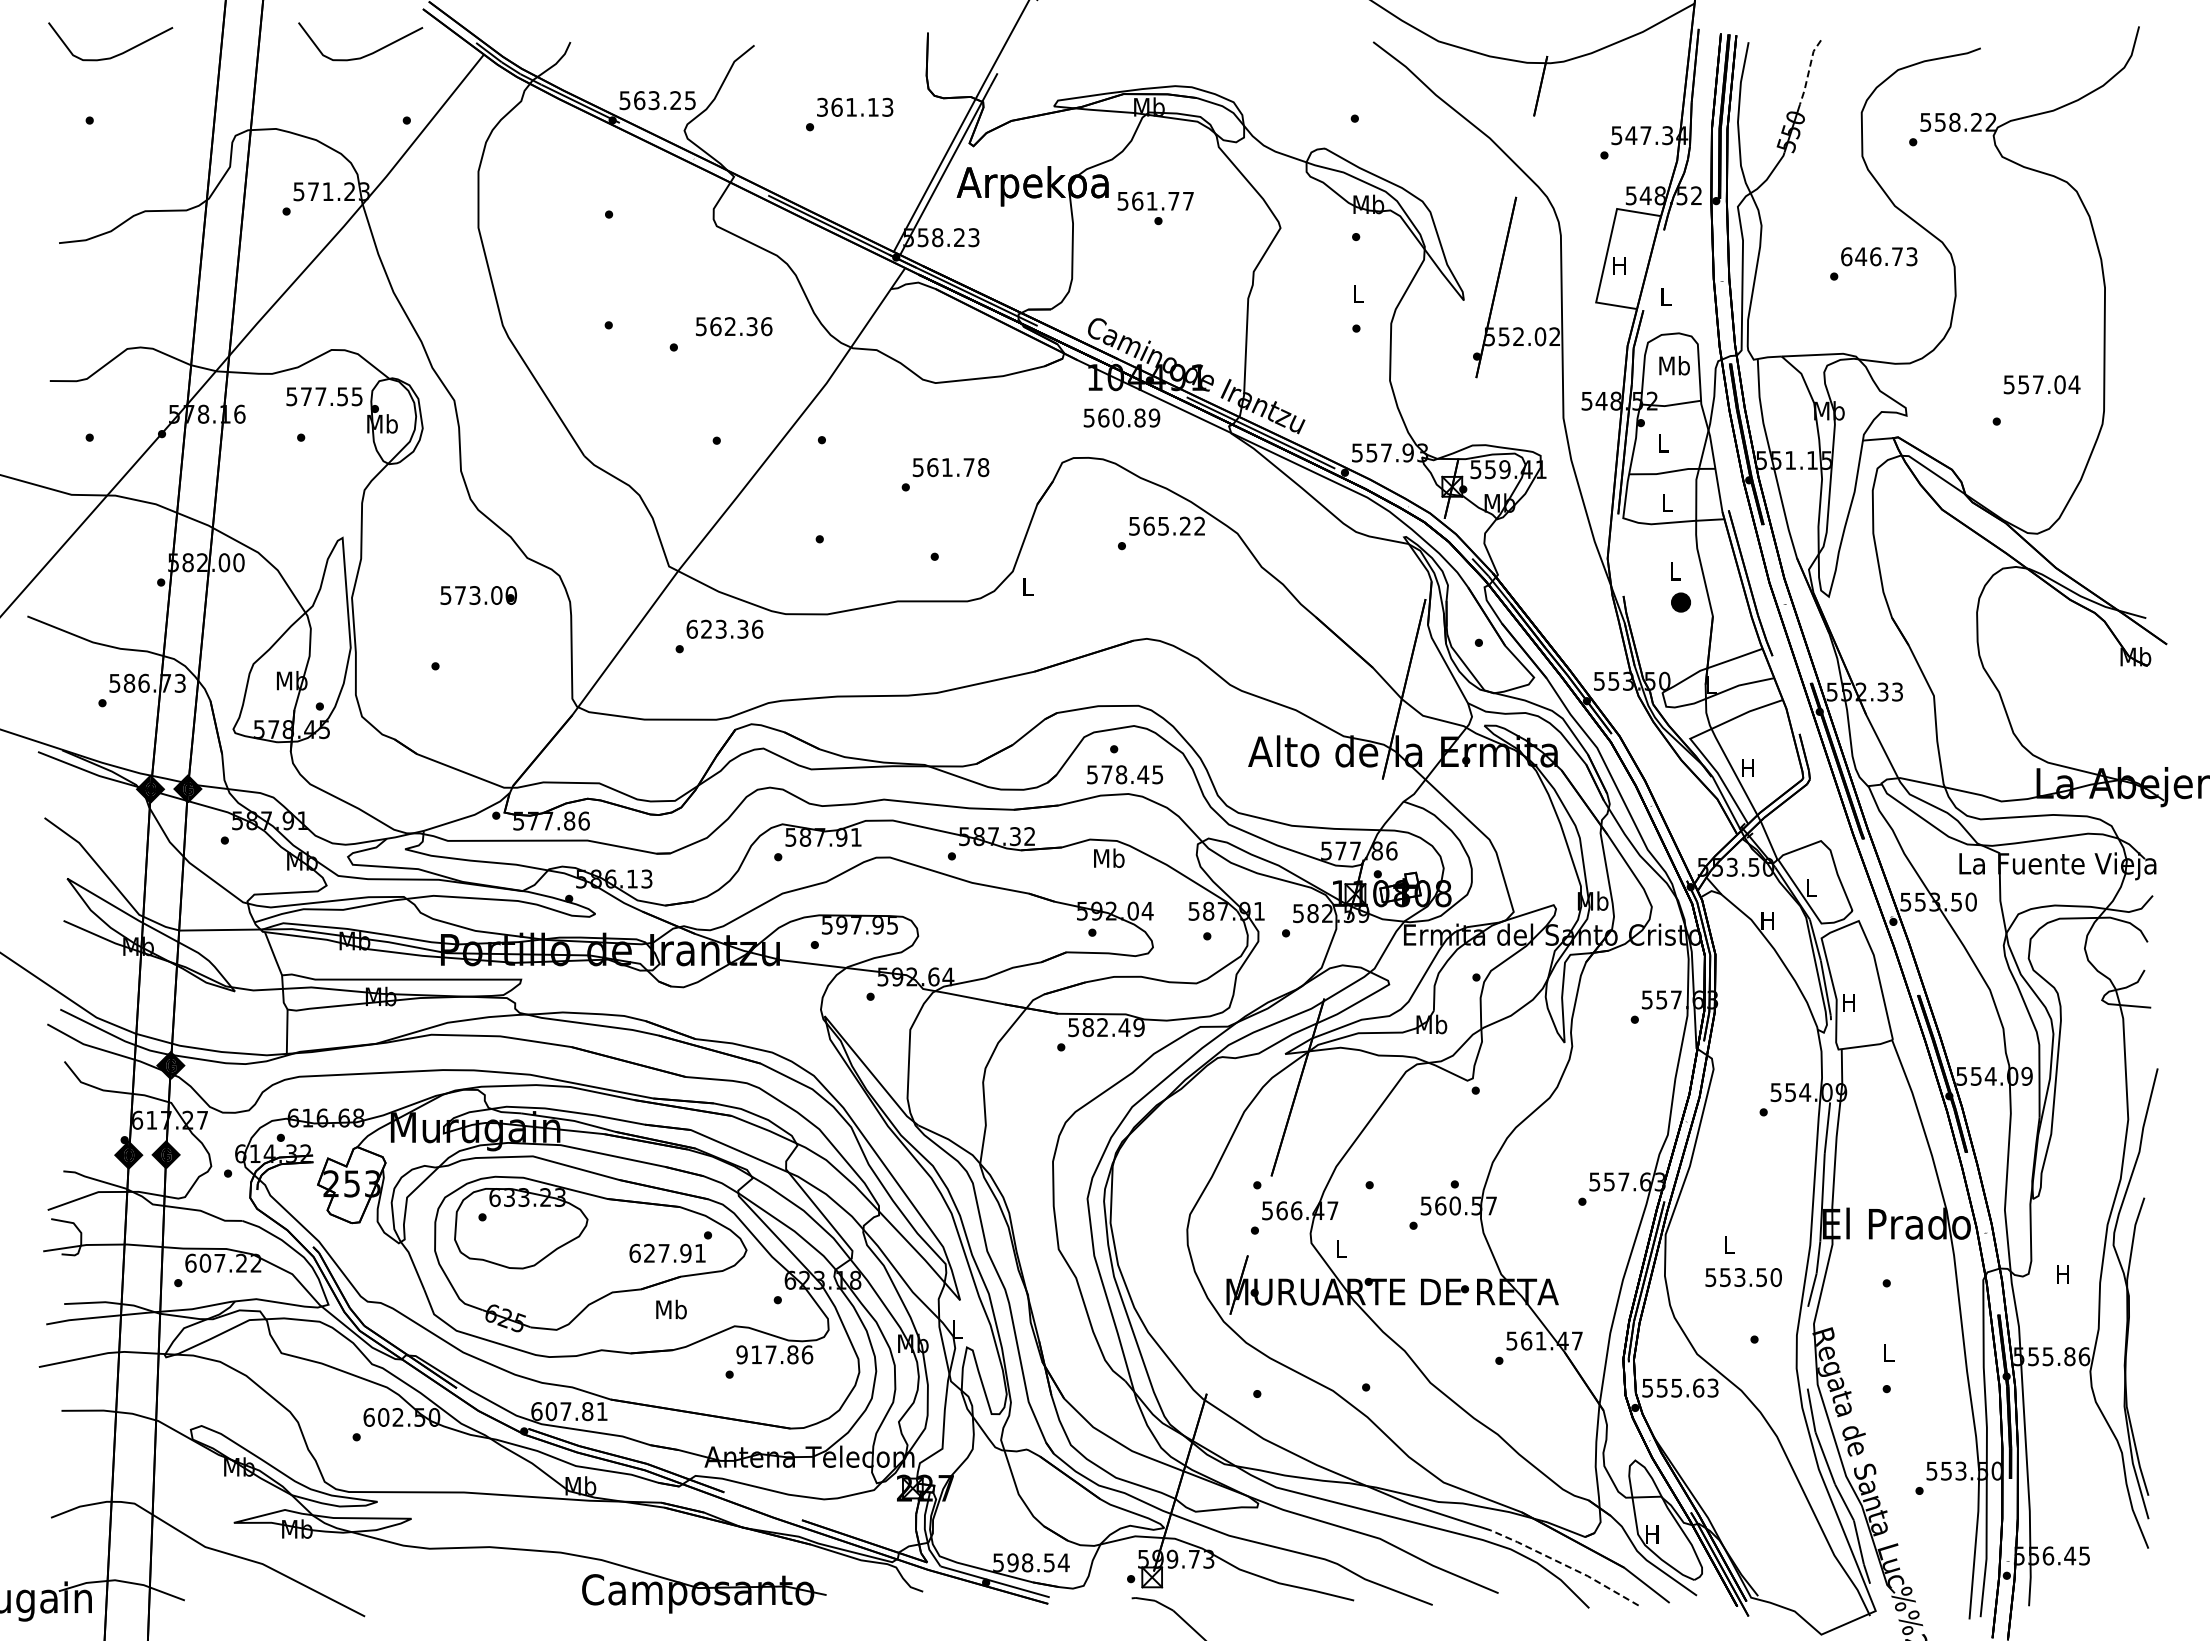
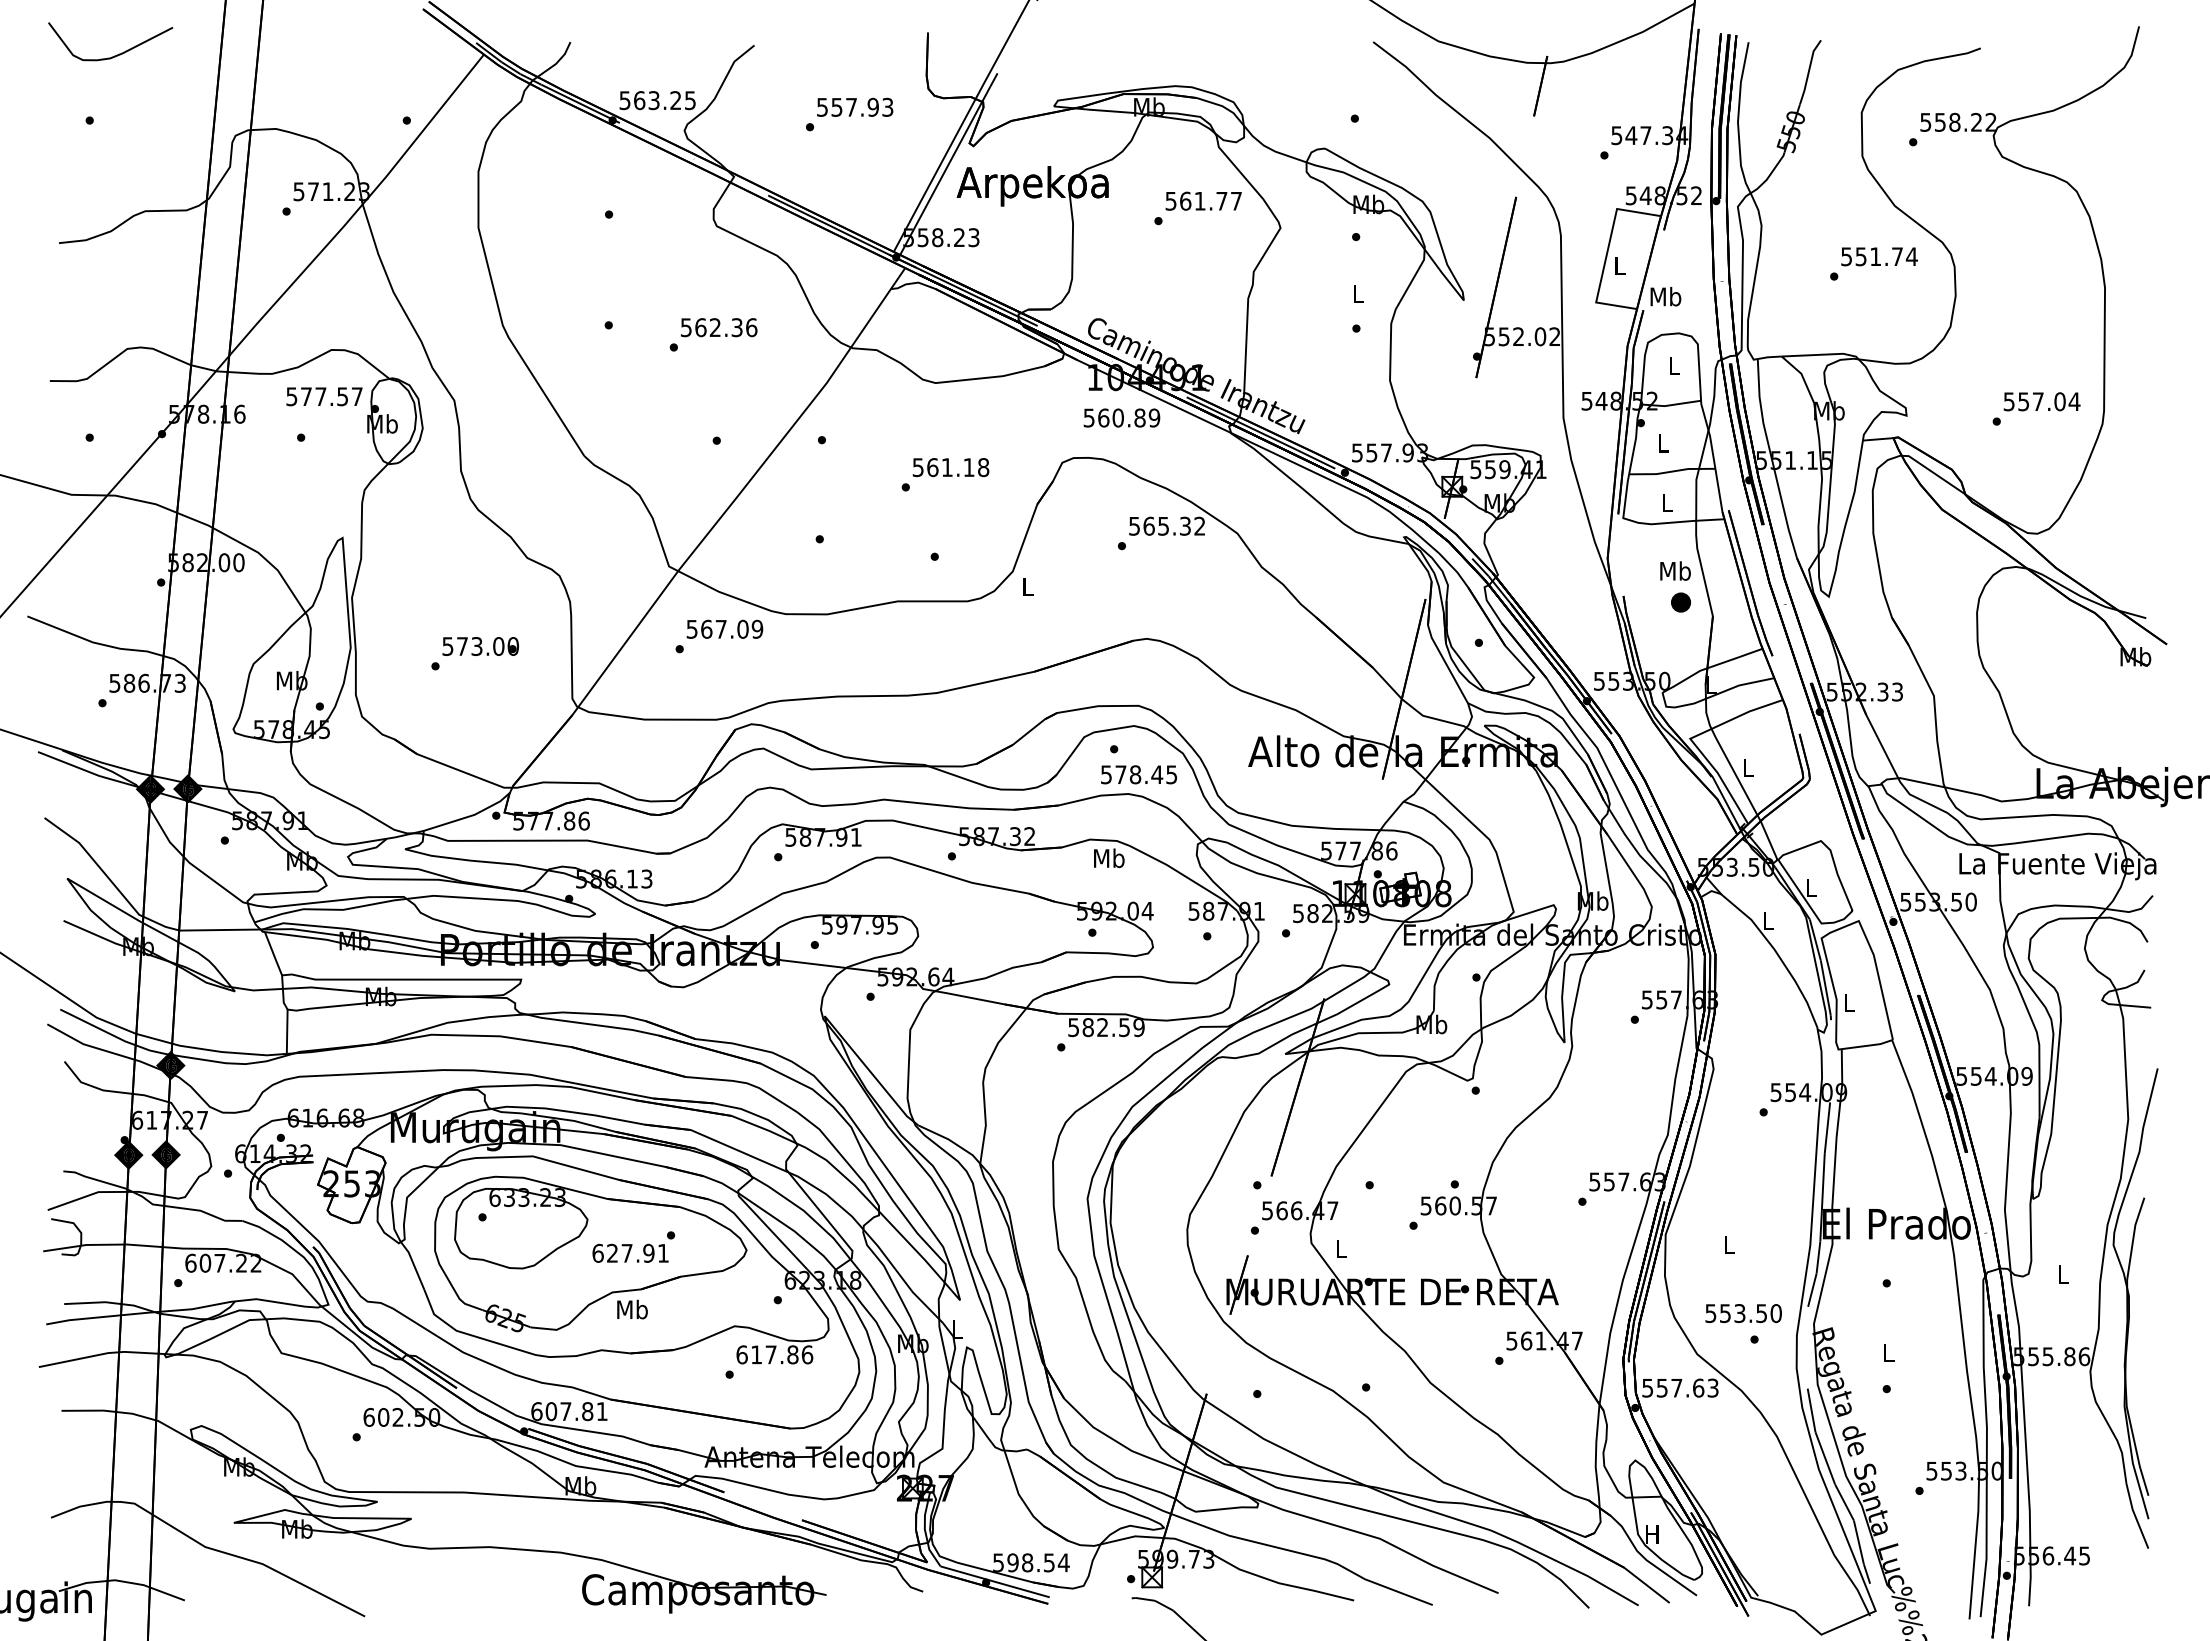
curve at (366, 54): present -> none
line at (1808, 71): dashed -> solid
text at (847, 106): 361.13 -> 557.93
text at (1155, 200) position: (1155, 200) -> (1203, 200)
text at (1879, 256): 646.73 -> 551.74
text at (1619, 265): H -> L
text at (1665, 296): L -> Mb
text at (734, 326) position: (734, 326) -> (719, 327)
text at (1674, 365): Mb -> L
text at (2041, 384) position: (2041, 384) -> (2041, 401)
text at (356, 396): 577.55 -> 577.57
text at (968, 467): 561.78 -> 561.18
text at (1185, 526): 565.22 -> 565.32
text at (1675, 570): L -> Mb
text at (478, 595) position: (478, 595) -> (480, 646)
text at (724, 628): 623.36 -> 567.09
text at (1747, 767): H -> L
text at (1124, 774) position: (1124, 774) -> (1138, 774)
text at (1767, 920): H -> L
text at (1848, 1002): H -> L
text at (1124, 1027): 582.49 -> 582.59
text at (670, 1246) position: (670, 1246) -> (633, 1246)
text at (2062, 1274): H -> L
text at (1743, 1277) position: (1743, 1277) -> (1743, 1313)
text at (671, 1309) position: (671, 1309) -> (632, 1309)
text at (741, 1354): 917.86 -> 617.86
text at (1676, 1388): 555.63 -> 557.63
line at (1565, 1565): dashed -> solid
